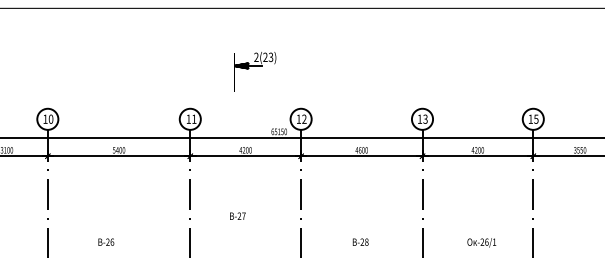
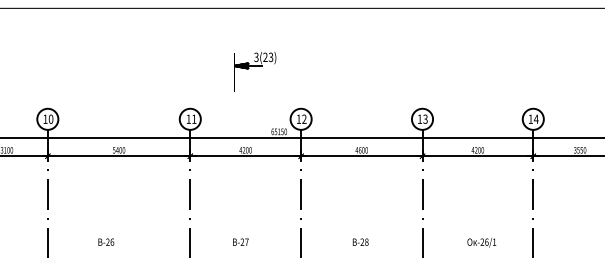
text at (256, 58): 2(23) -> 3(23)
text at (535, 118): 15 -> 14
text at (237, 215) position: (237, 215) -> (240, 241)
